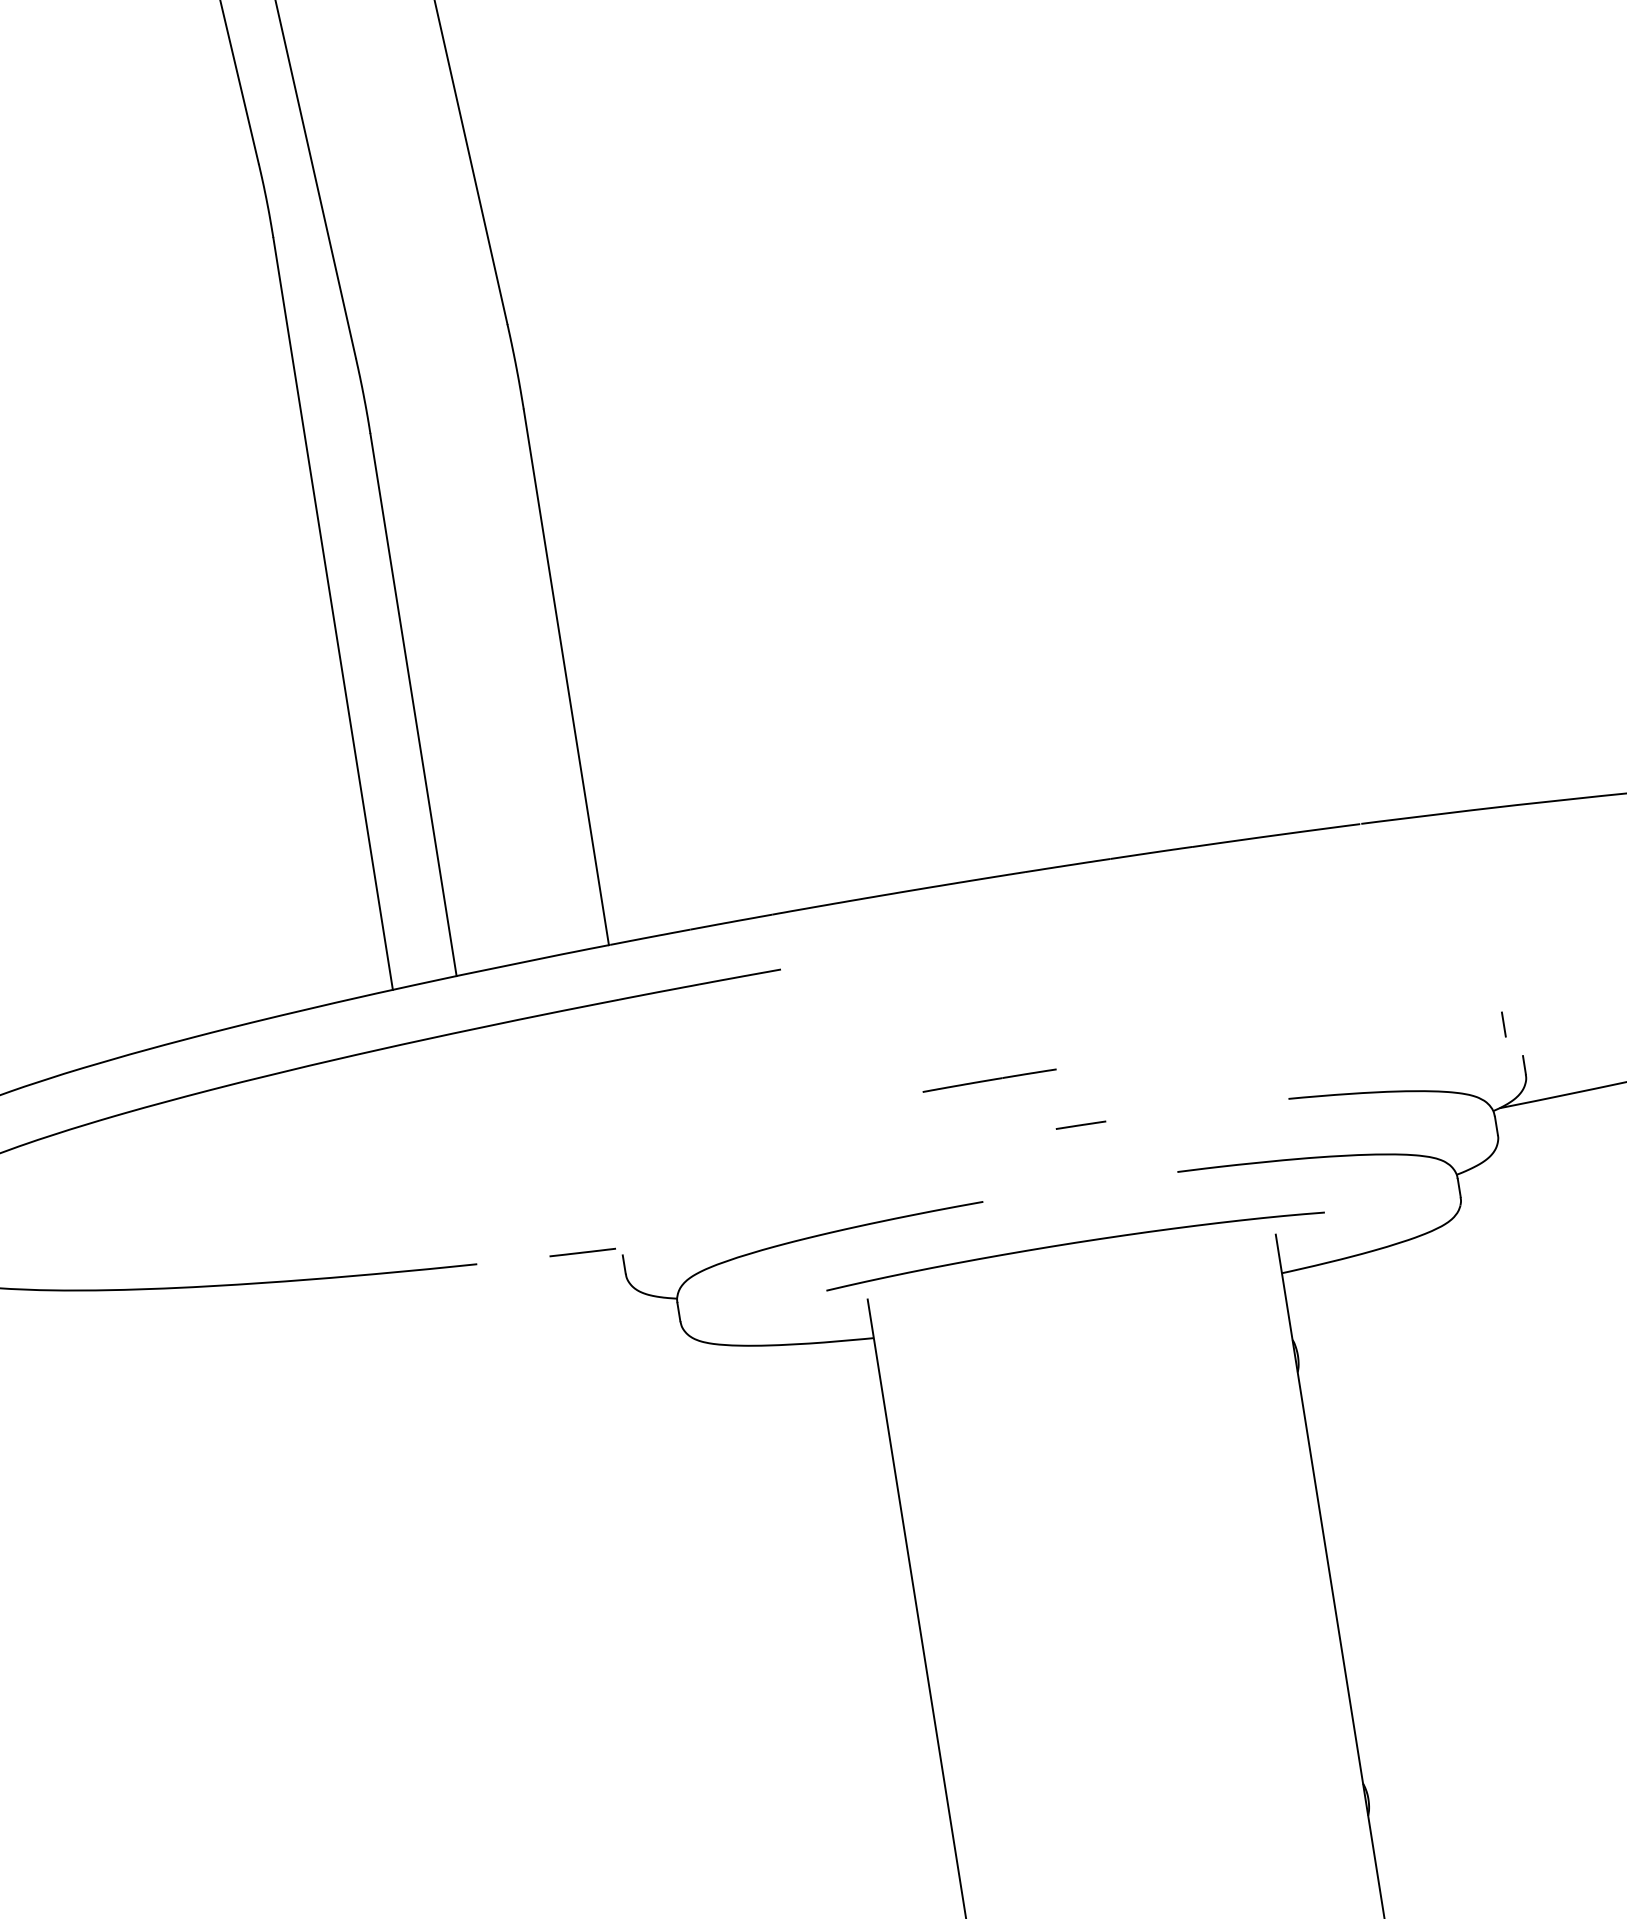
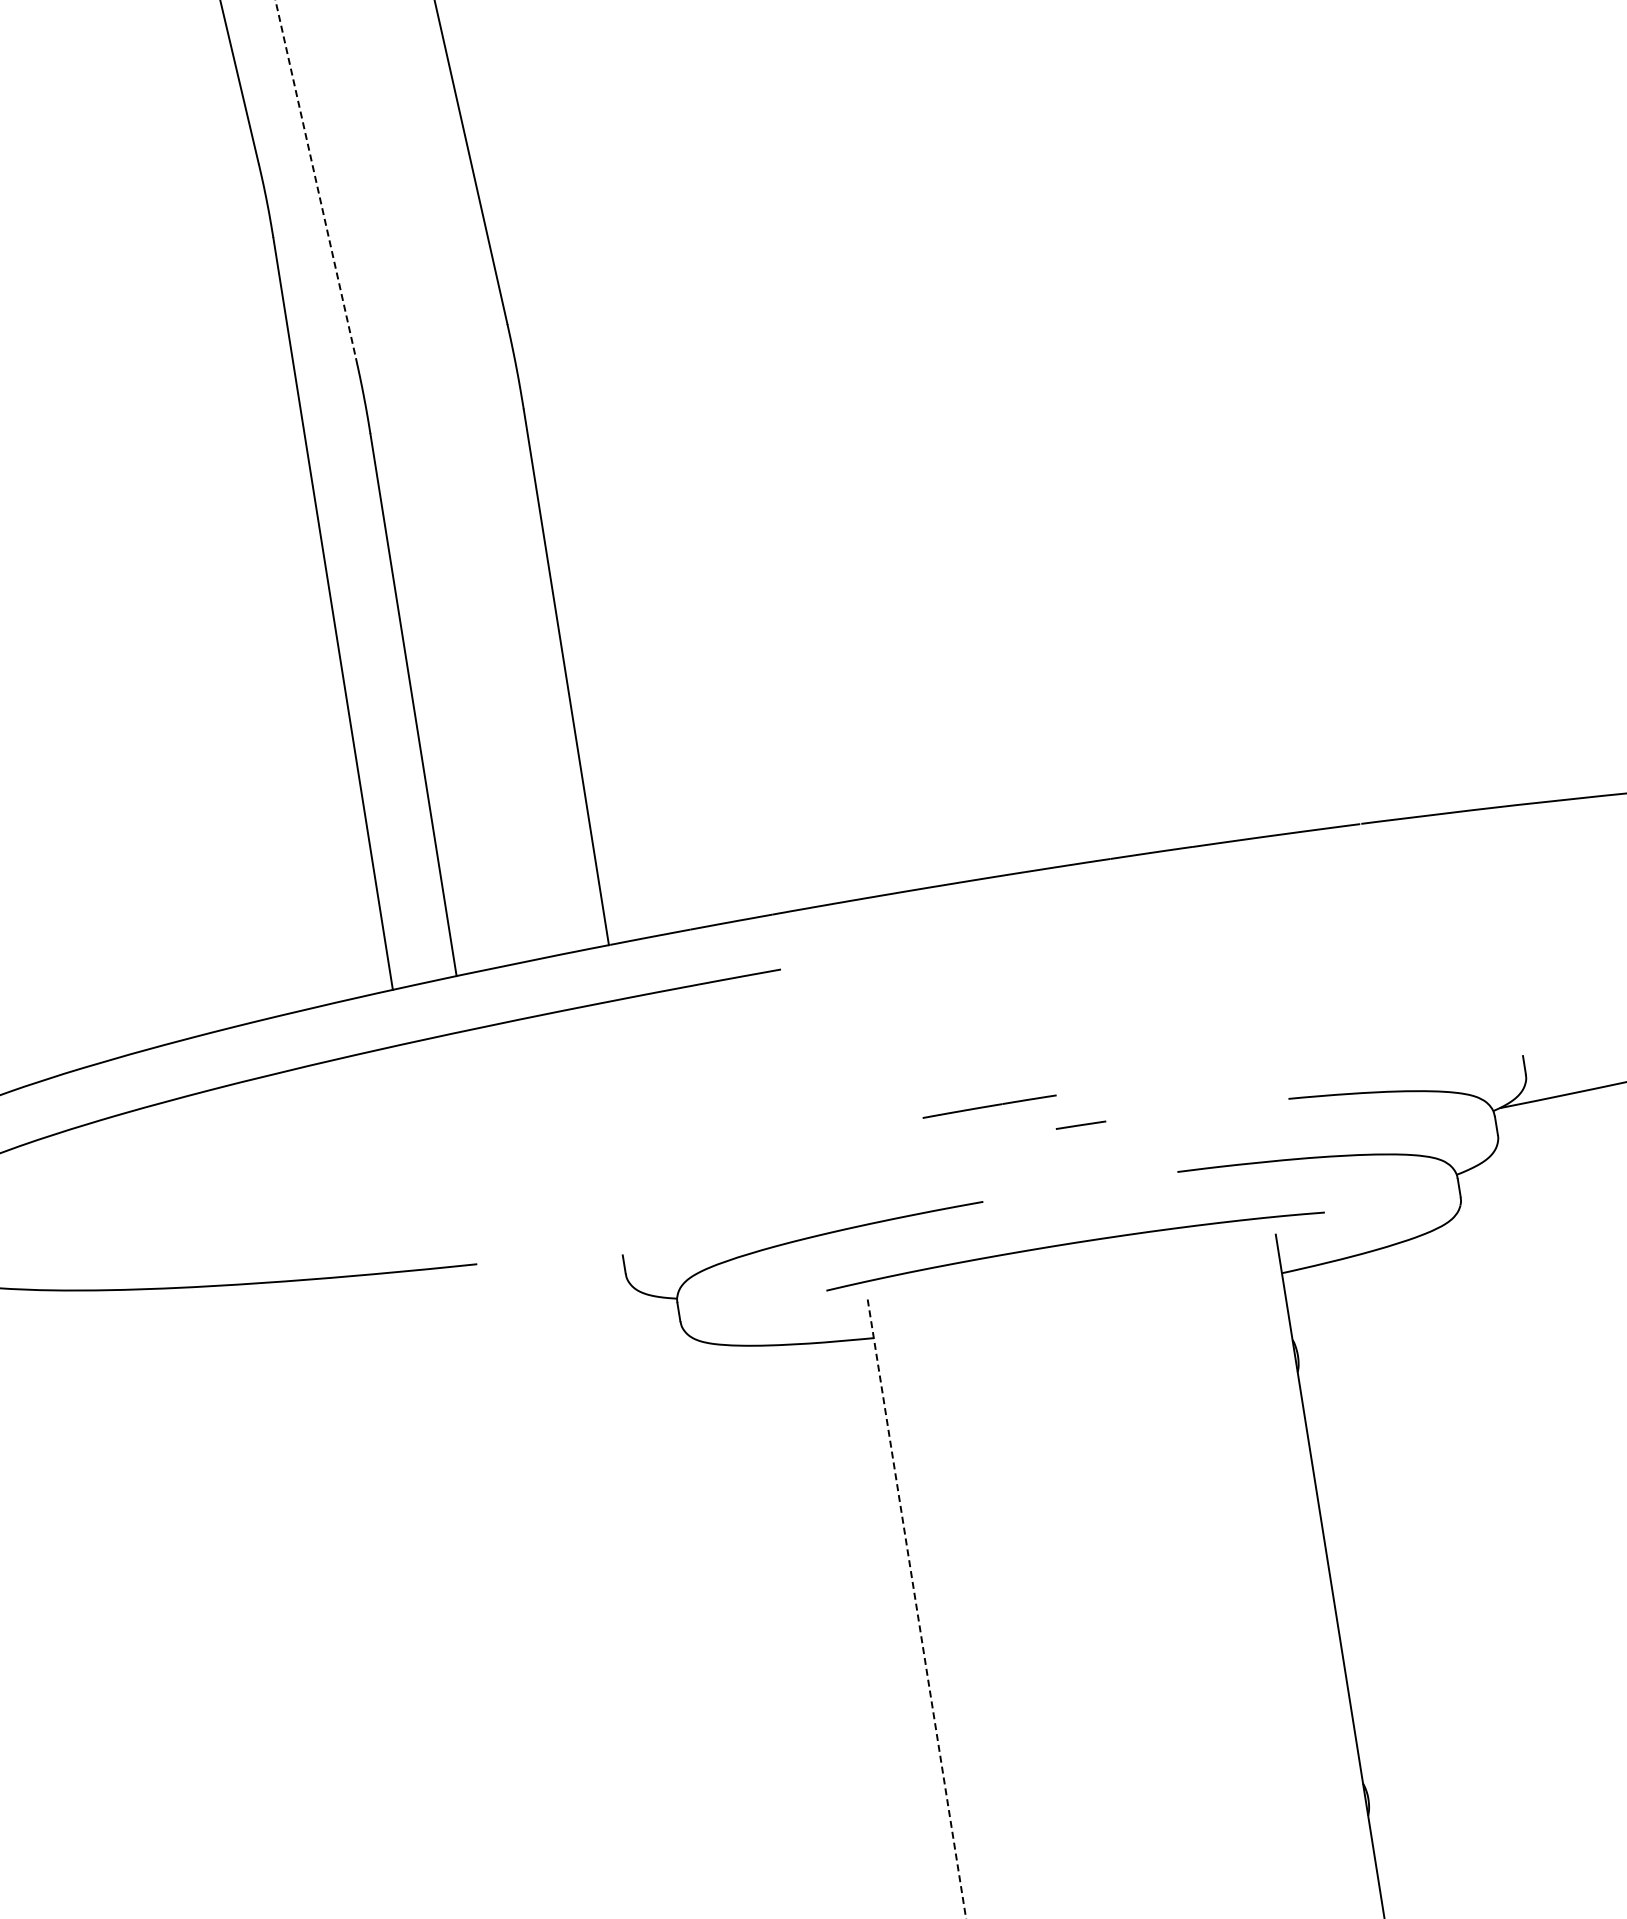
line at (315, 179): solid -> dashed
line at (1503, 1024): present -> none
line at (989, 1080) position: (989, 1080) -> (989, 1106)
line at (582, 1252): present -> none
line at (916, 1609): solid -> dashed
